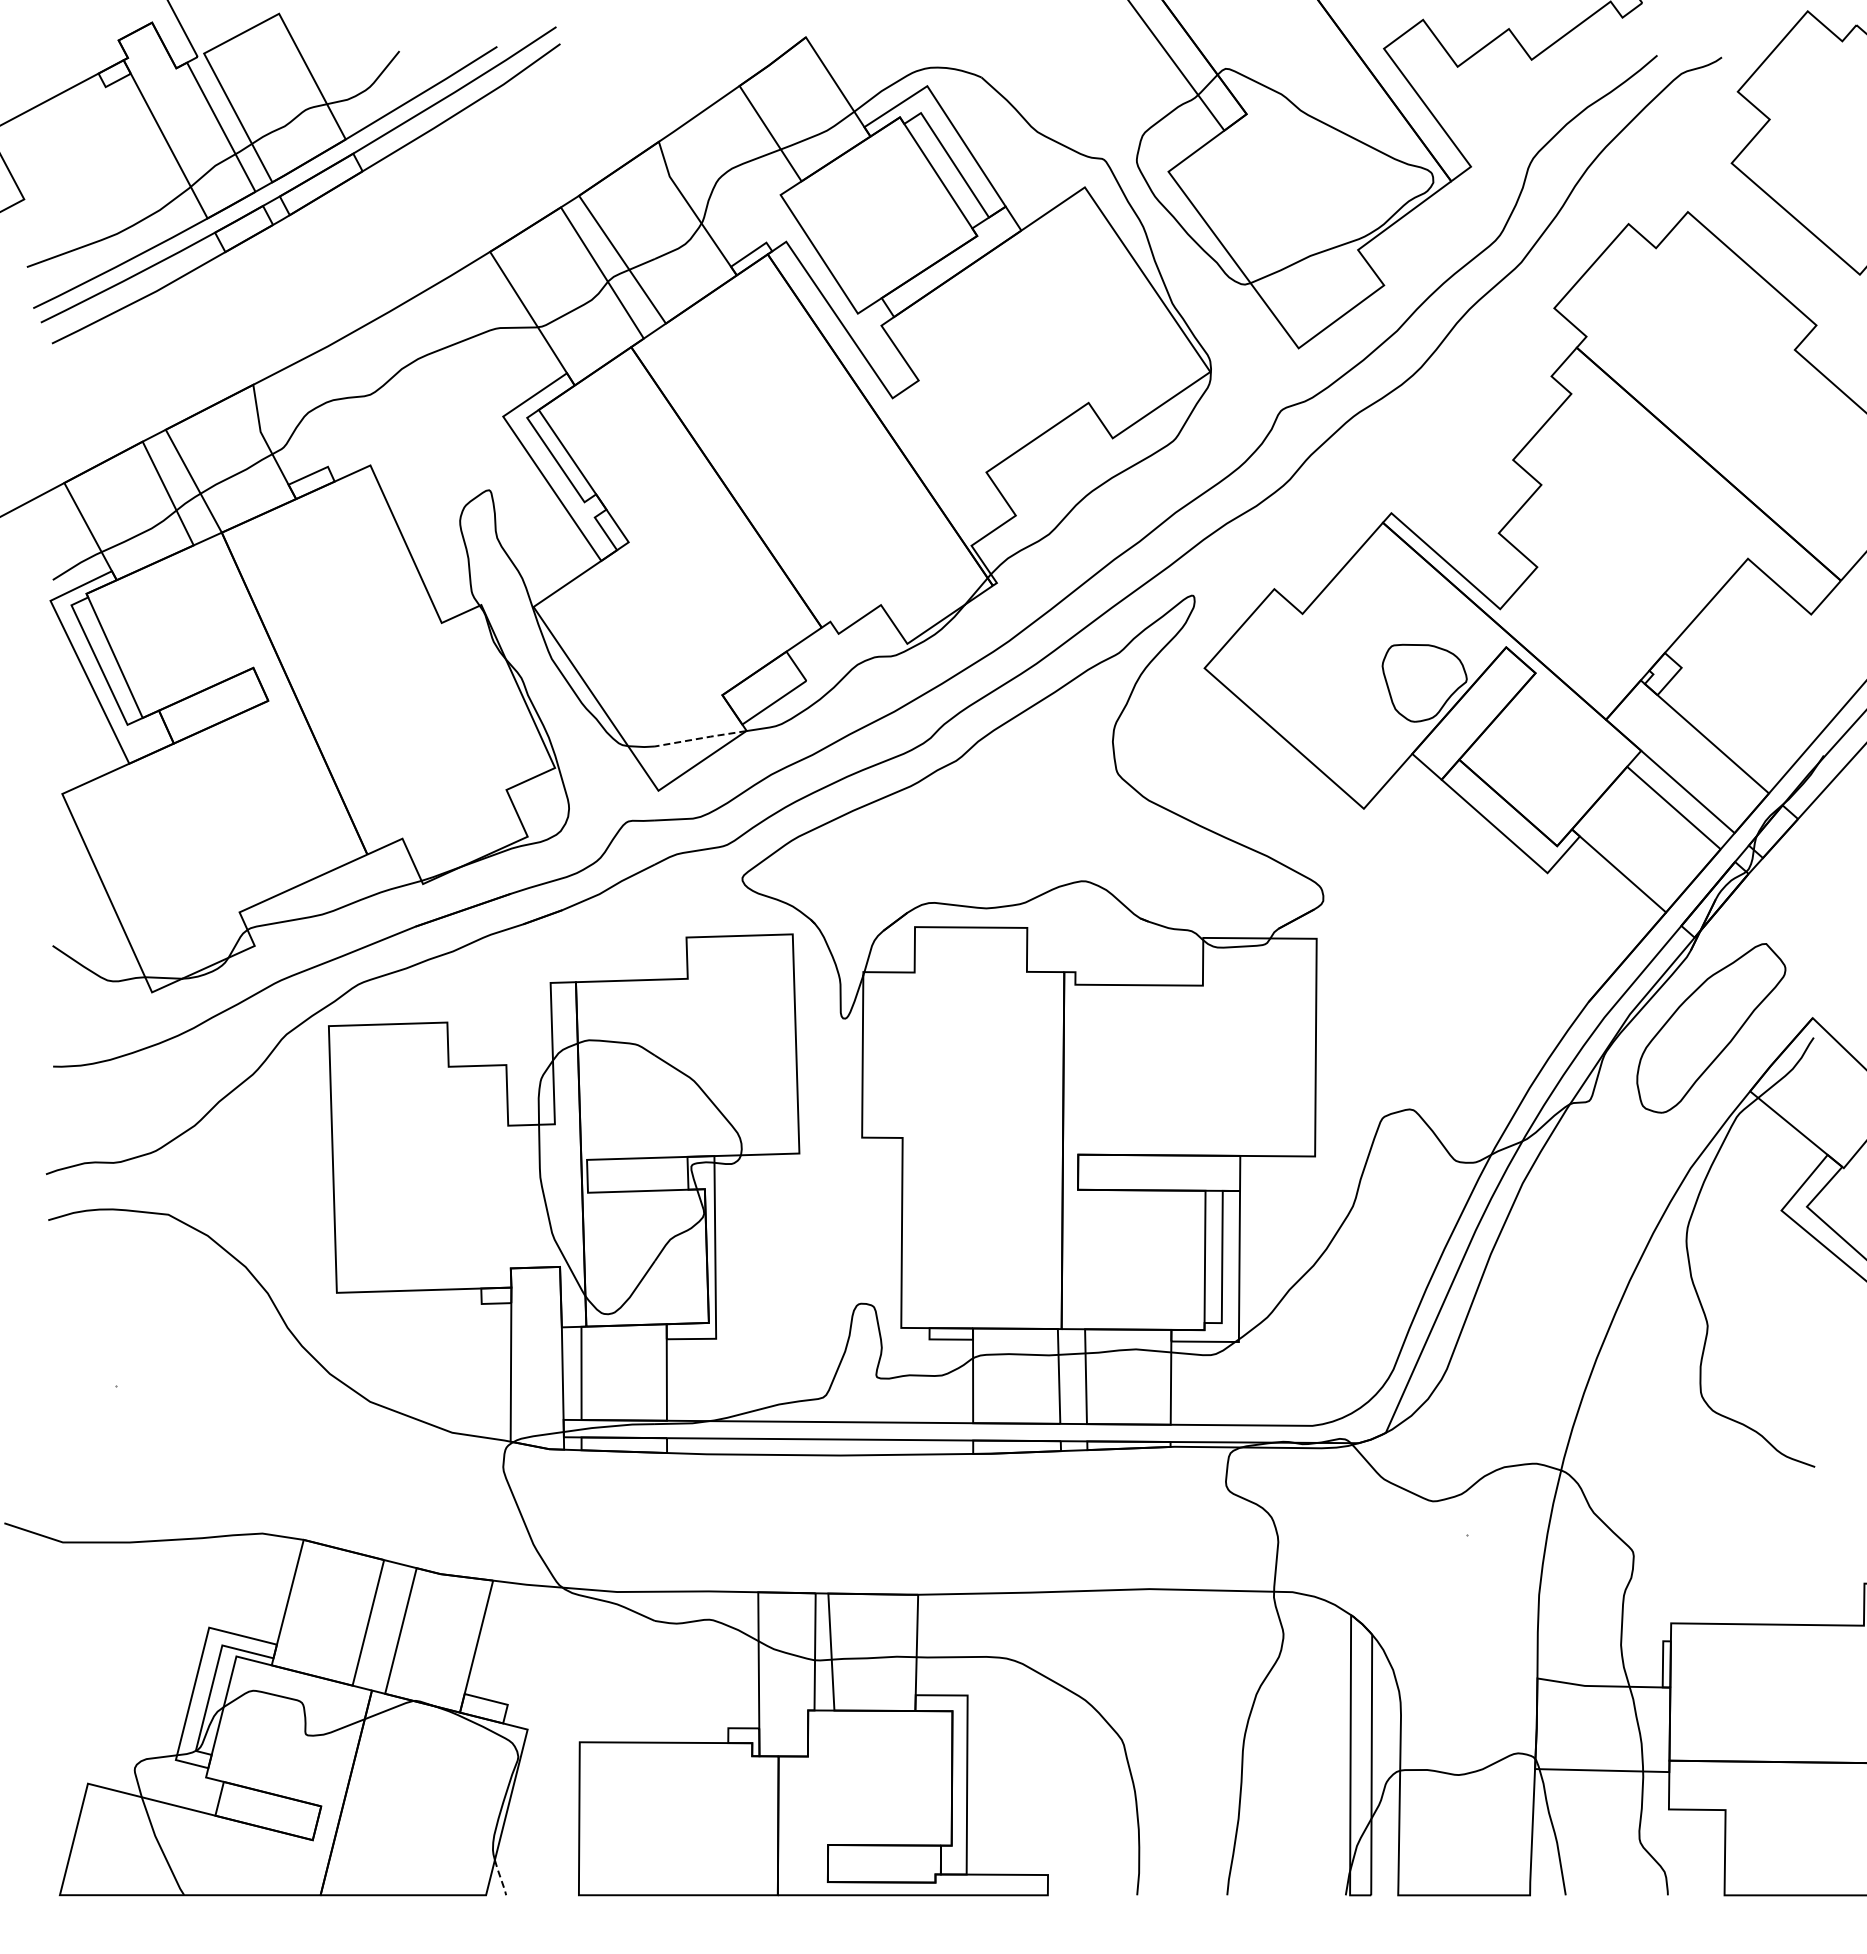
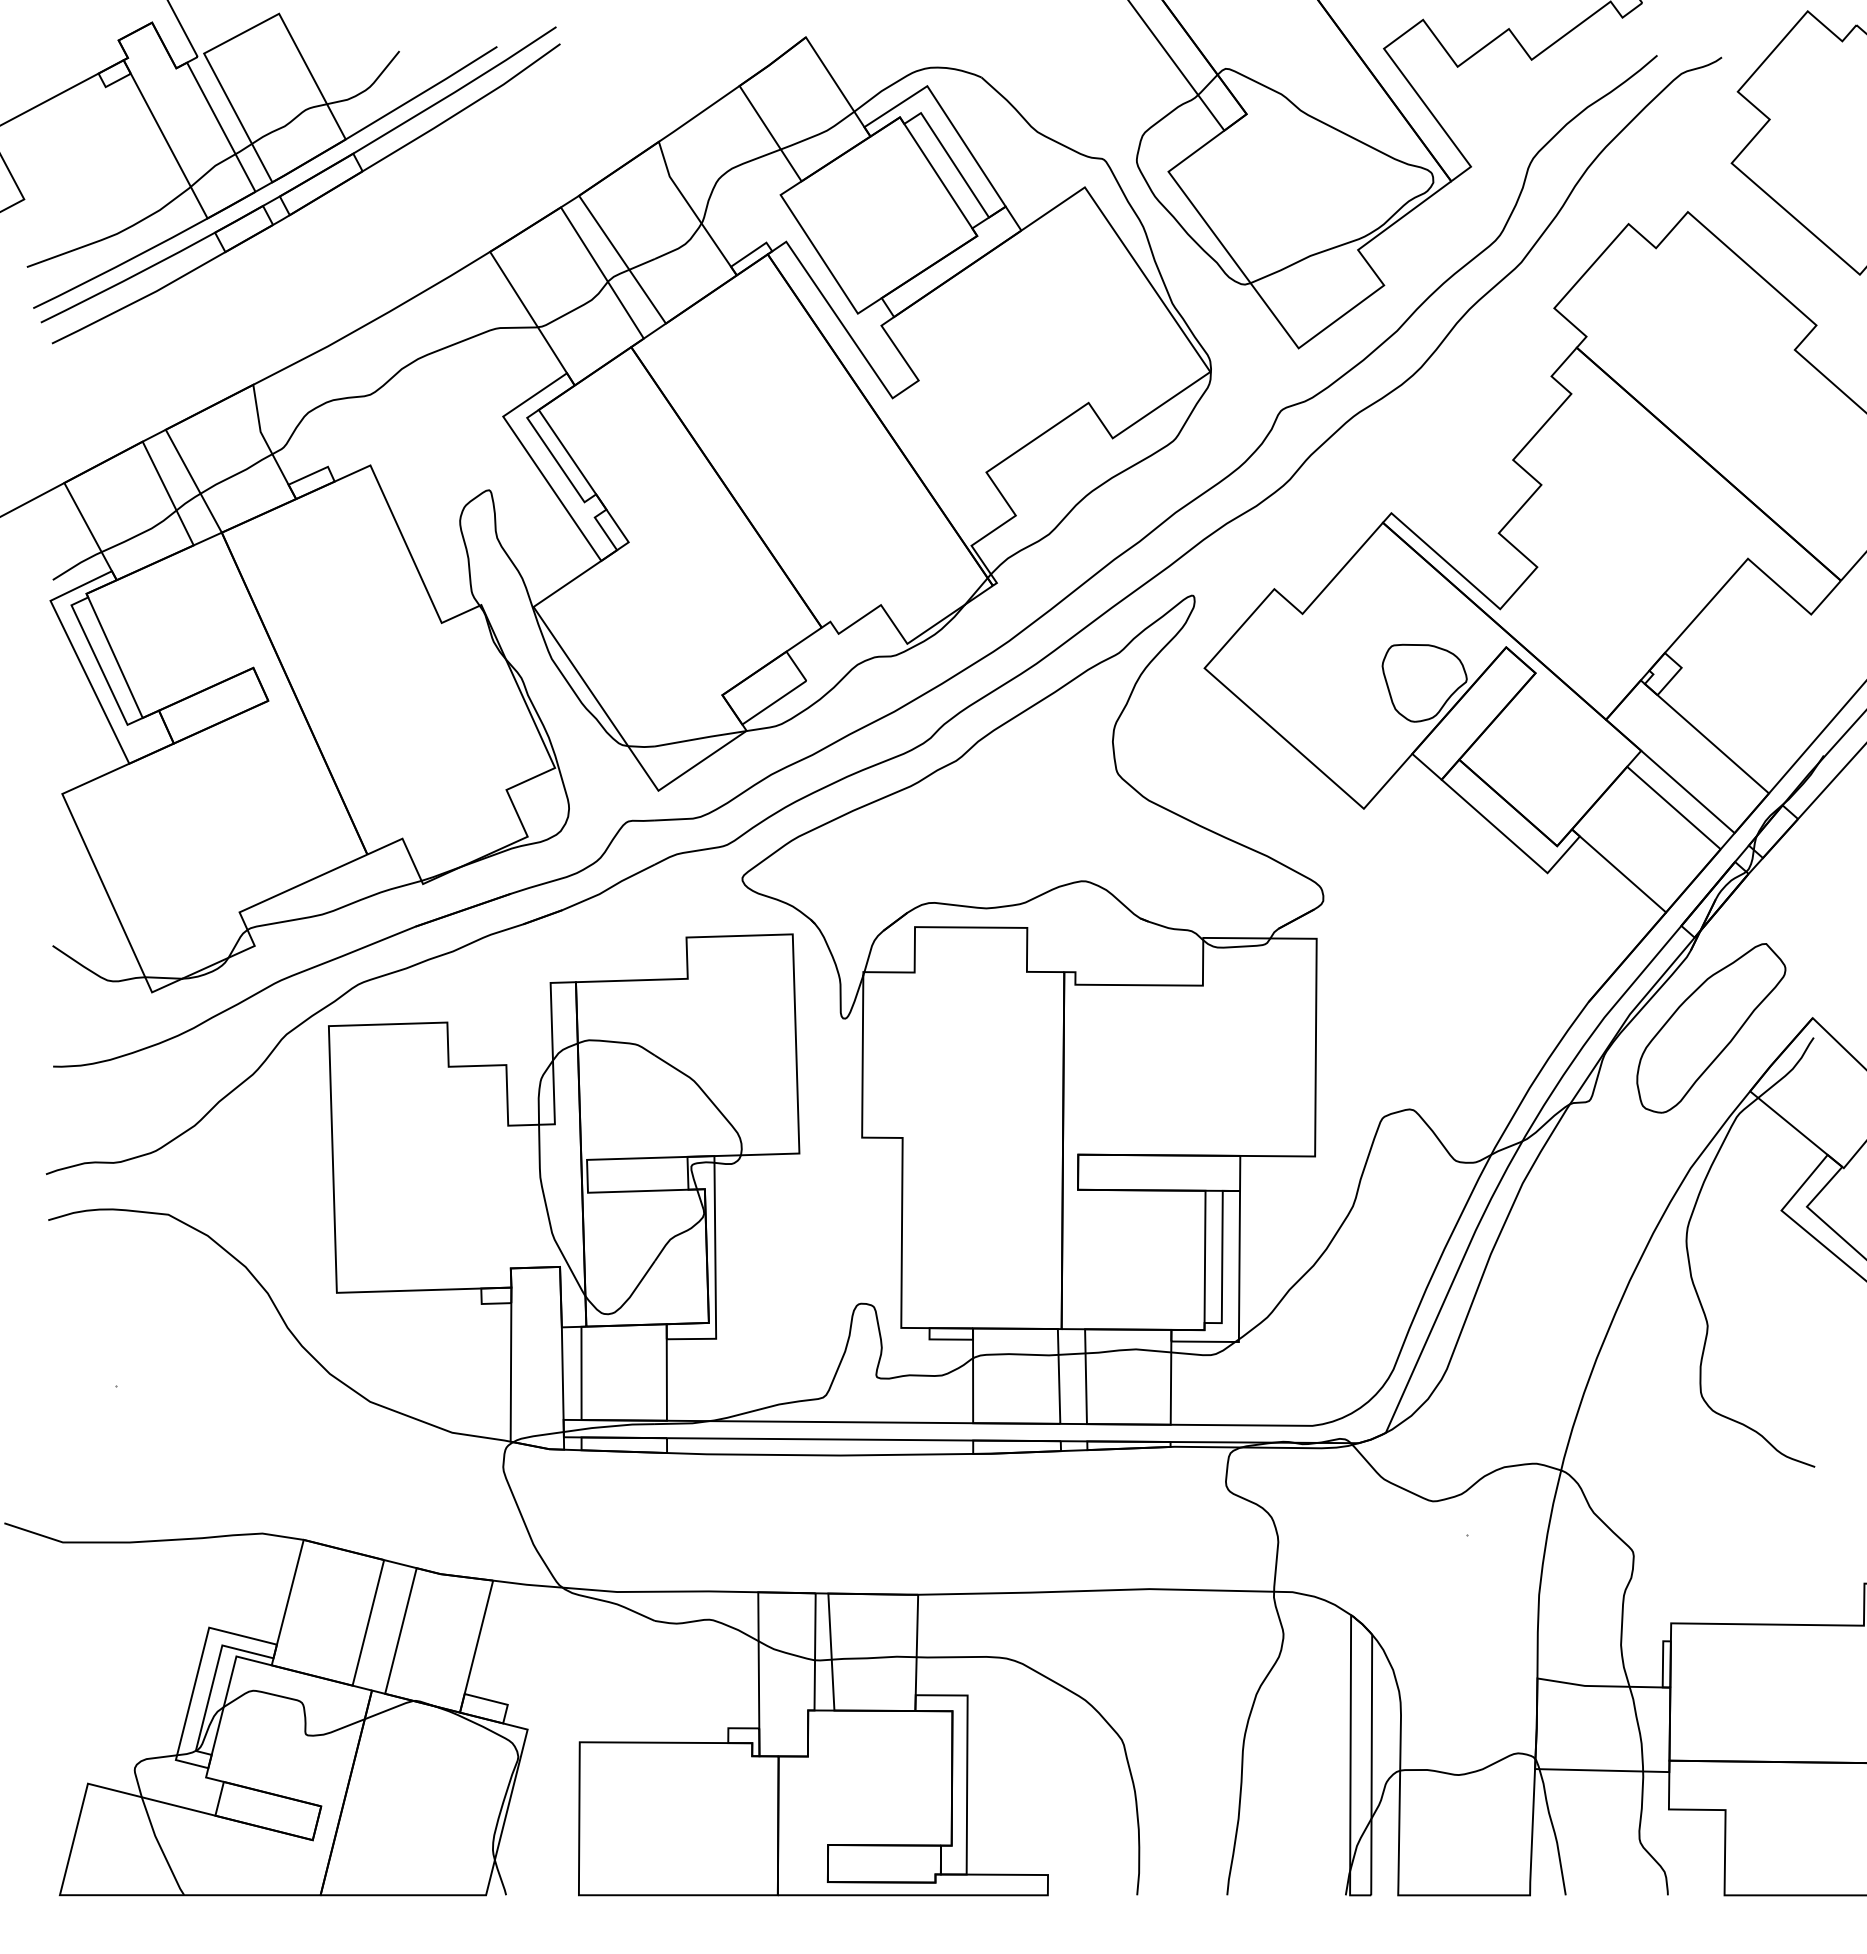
line at (701, 738): dashed -> solid
line at (500, 1878): dashed -> solid
